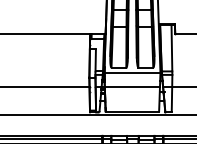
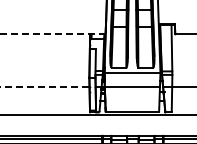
line at (52, 34): solid -> dashed
line at (45, 87): solid -> dashed
